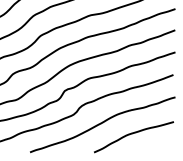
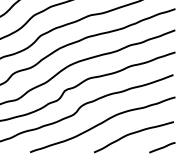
line at (162, 147): none -> present
